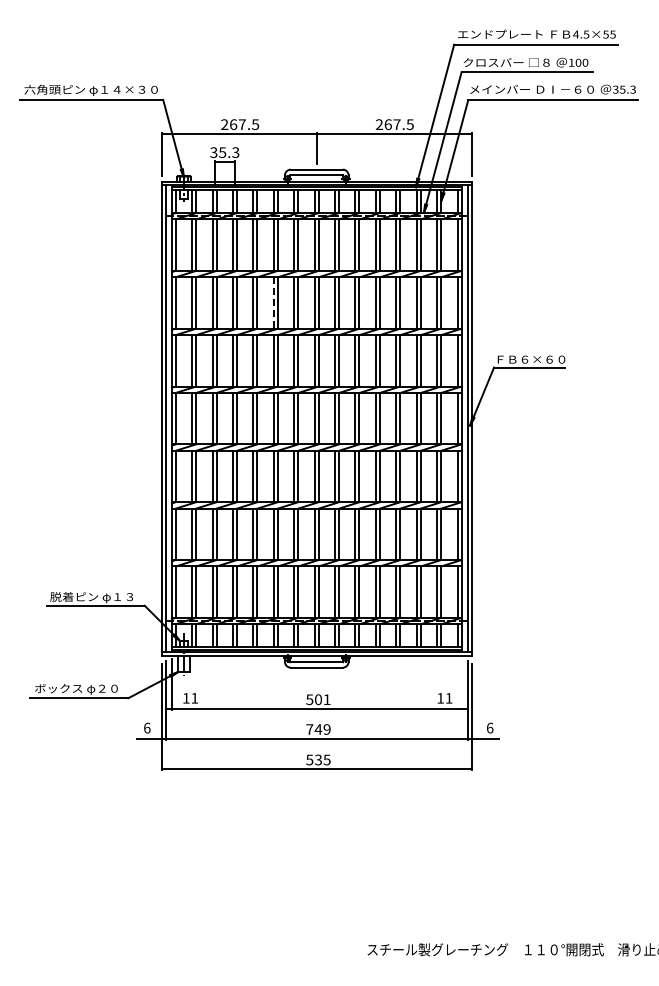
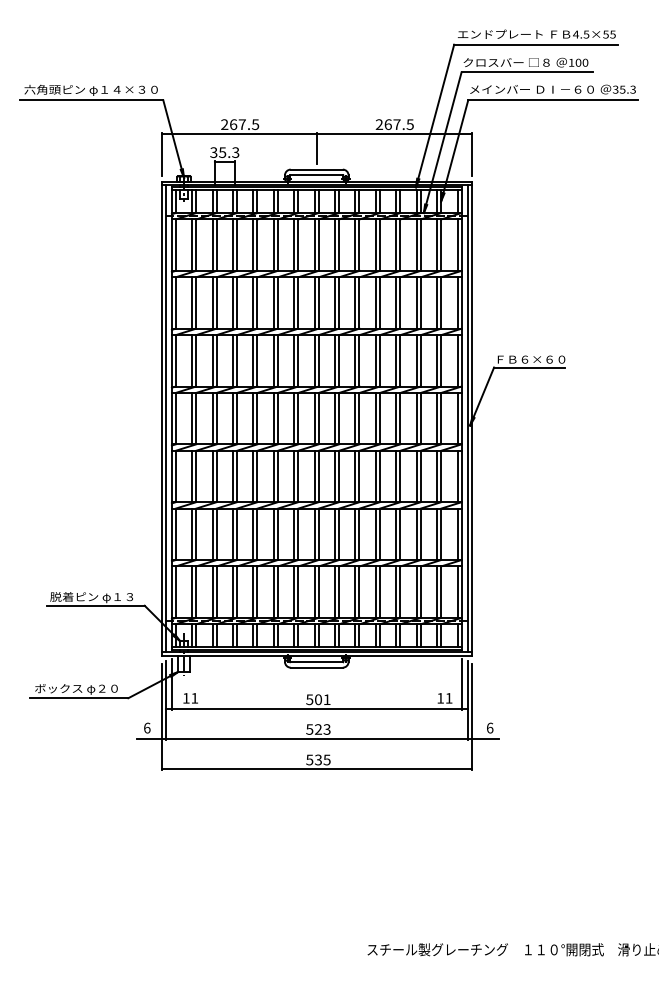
line at (273, 302): dashed -> solid
line at (461, 684): none -> present
text at (318, 729): 749 -> 523
